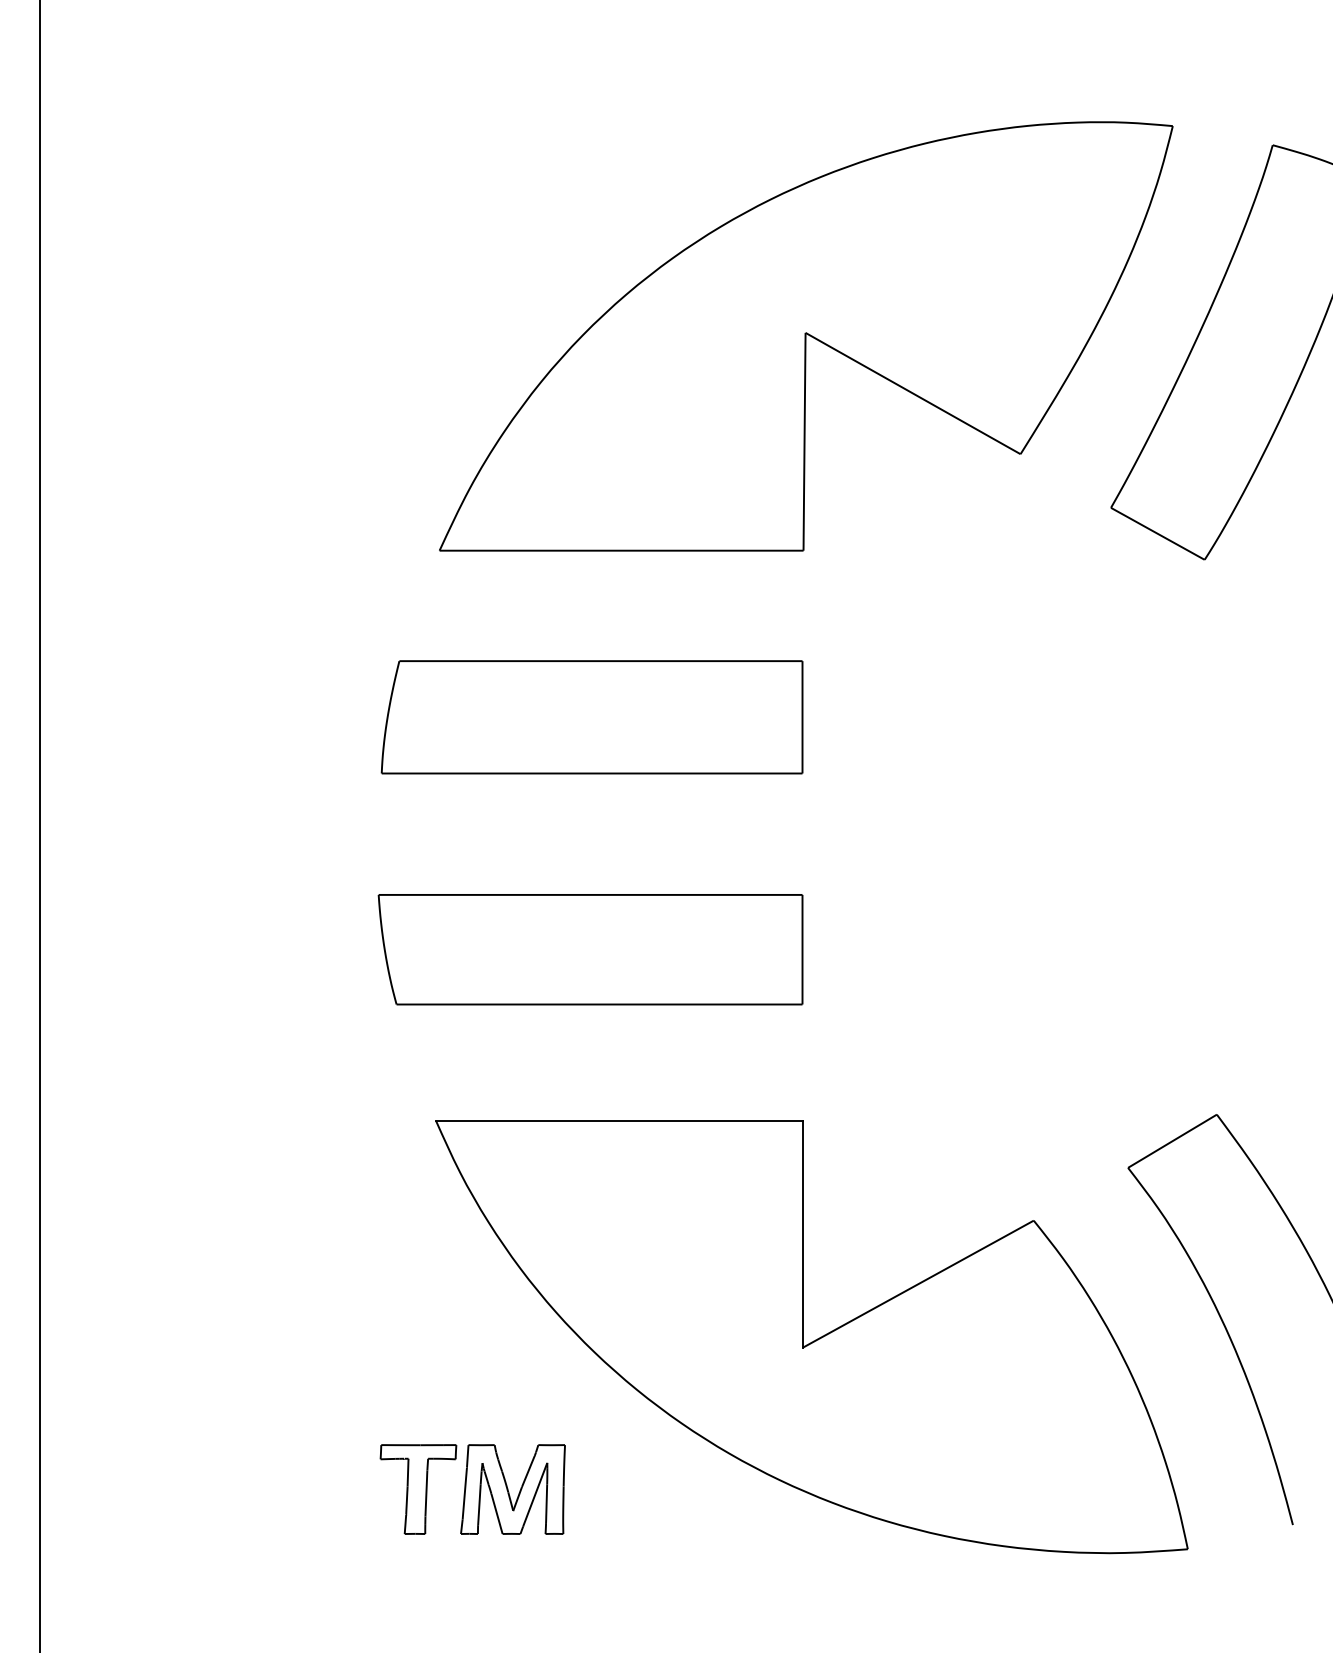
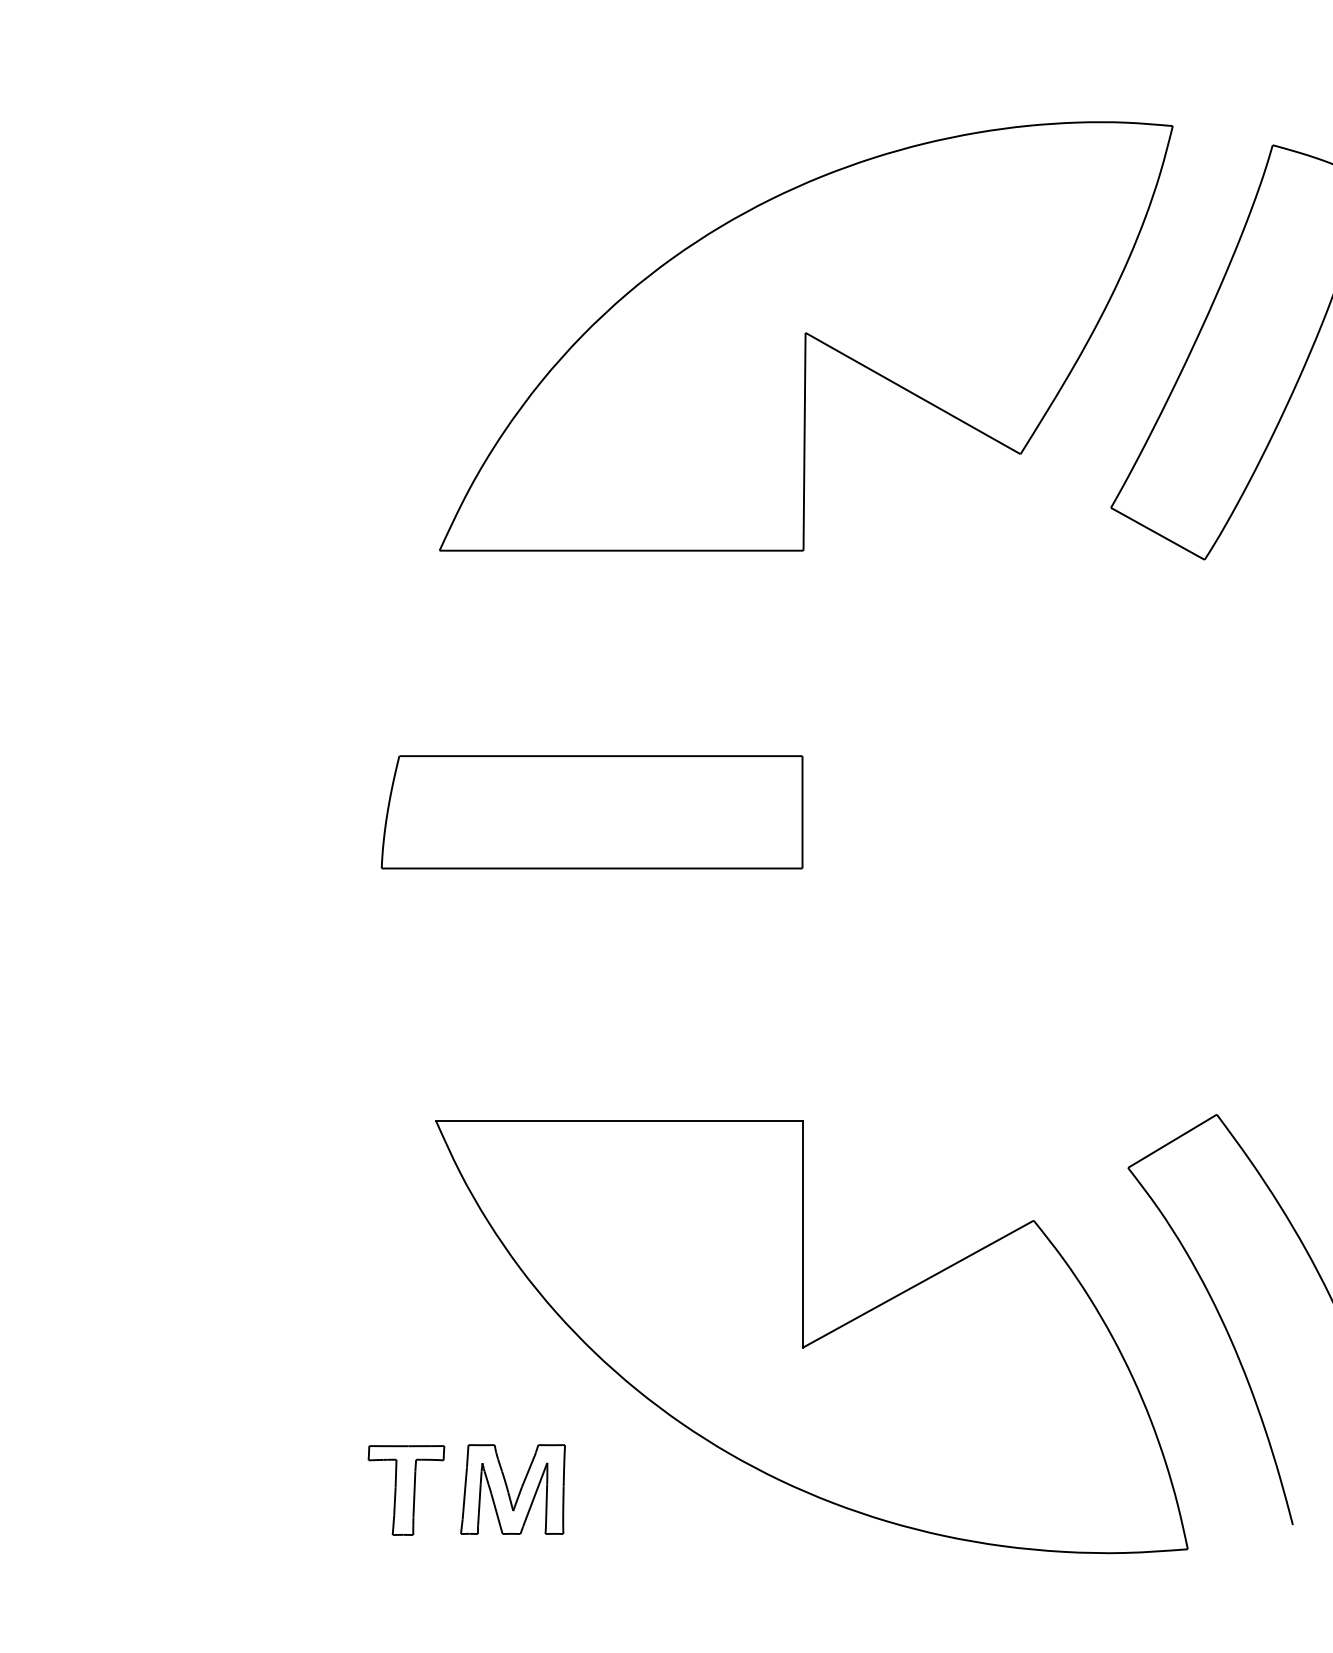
part at (591, 717) position: (591, 717) -> (591, 812)
line at (40, 825): present -> none
part at (590, 949): present -> none
part at (418, 1489) position: (418, 1489) -> (406, 1490)
